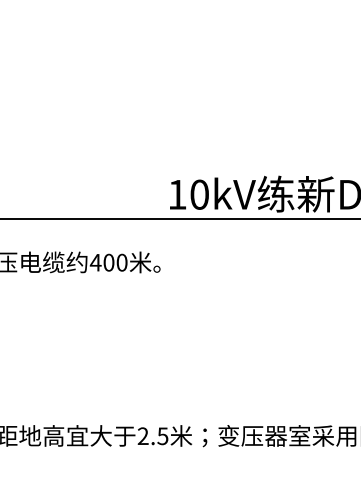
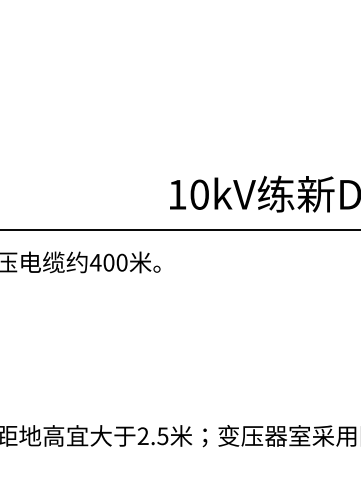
line at (179, 219) position: (179, 219) -> (179, 230)
